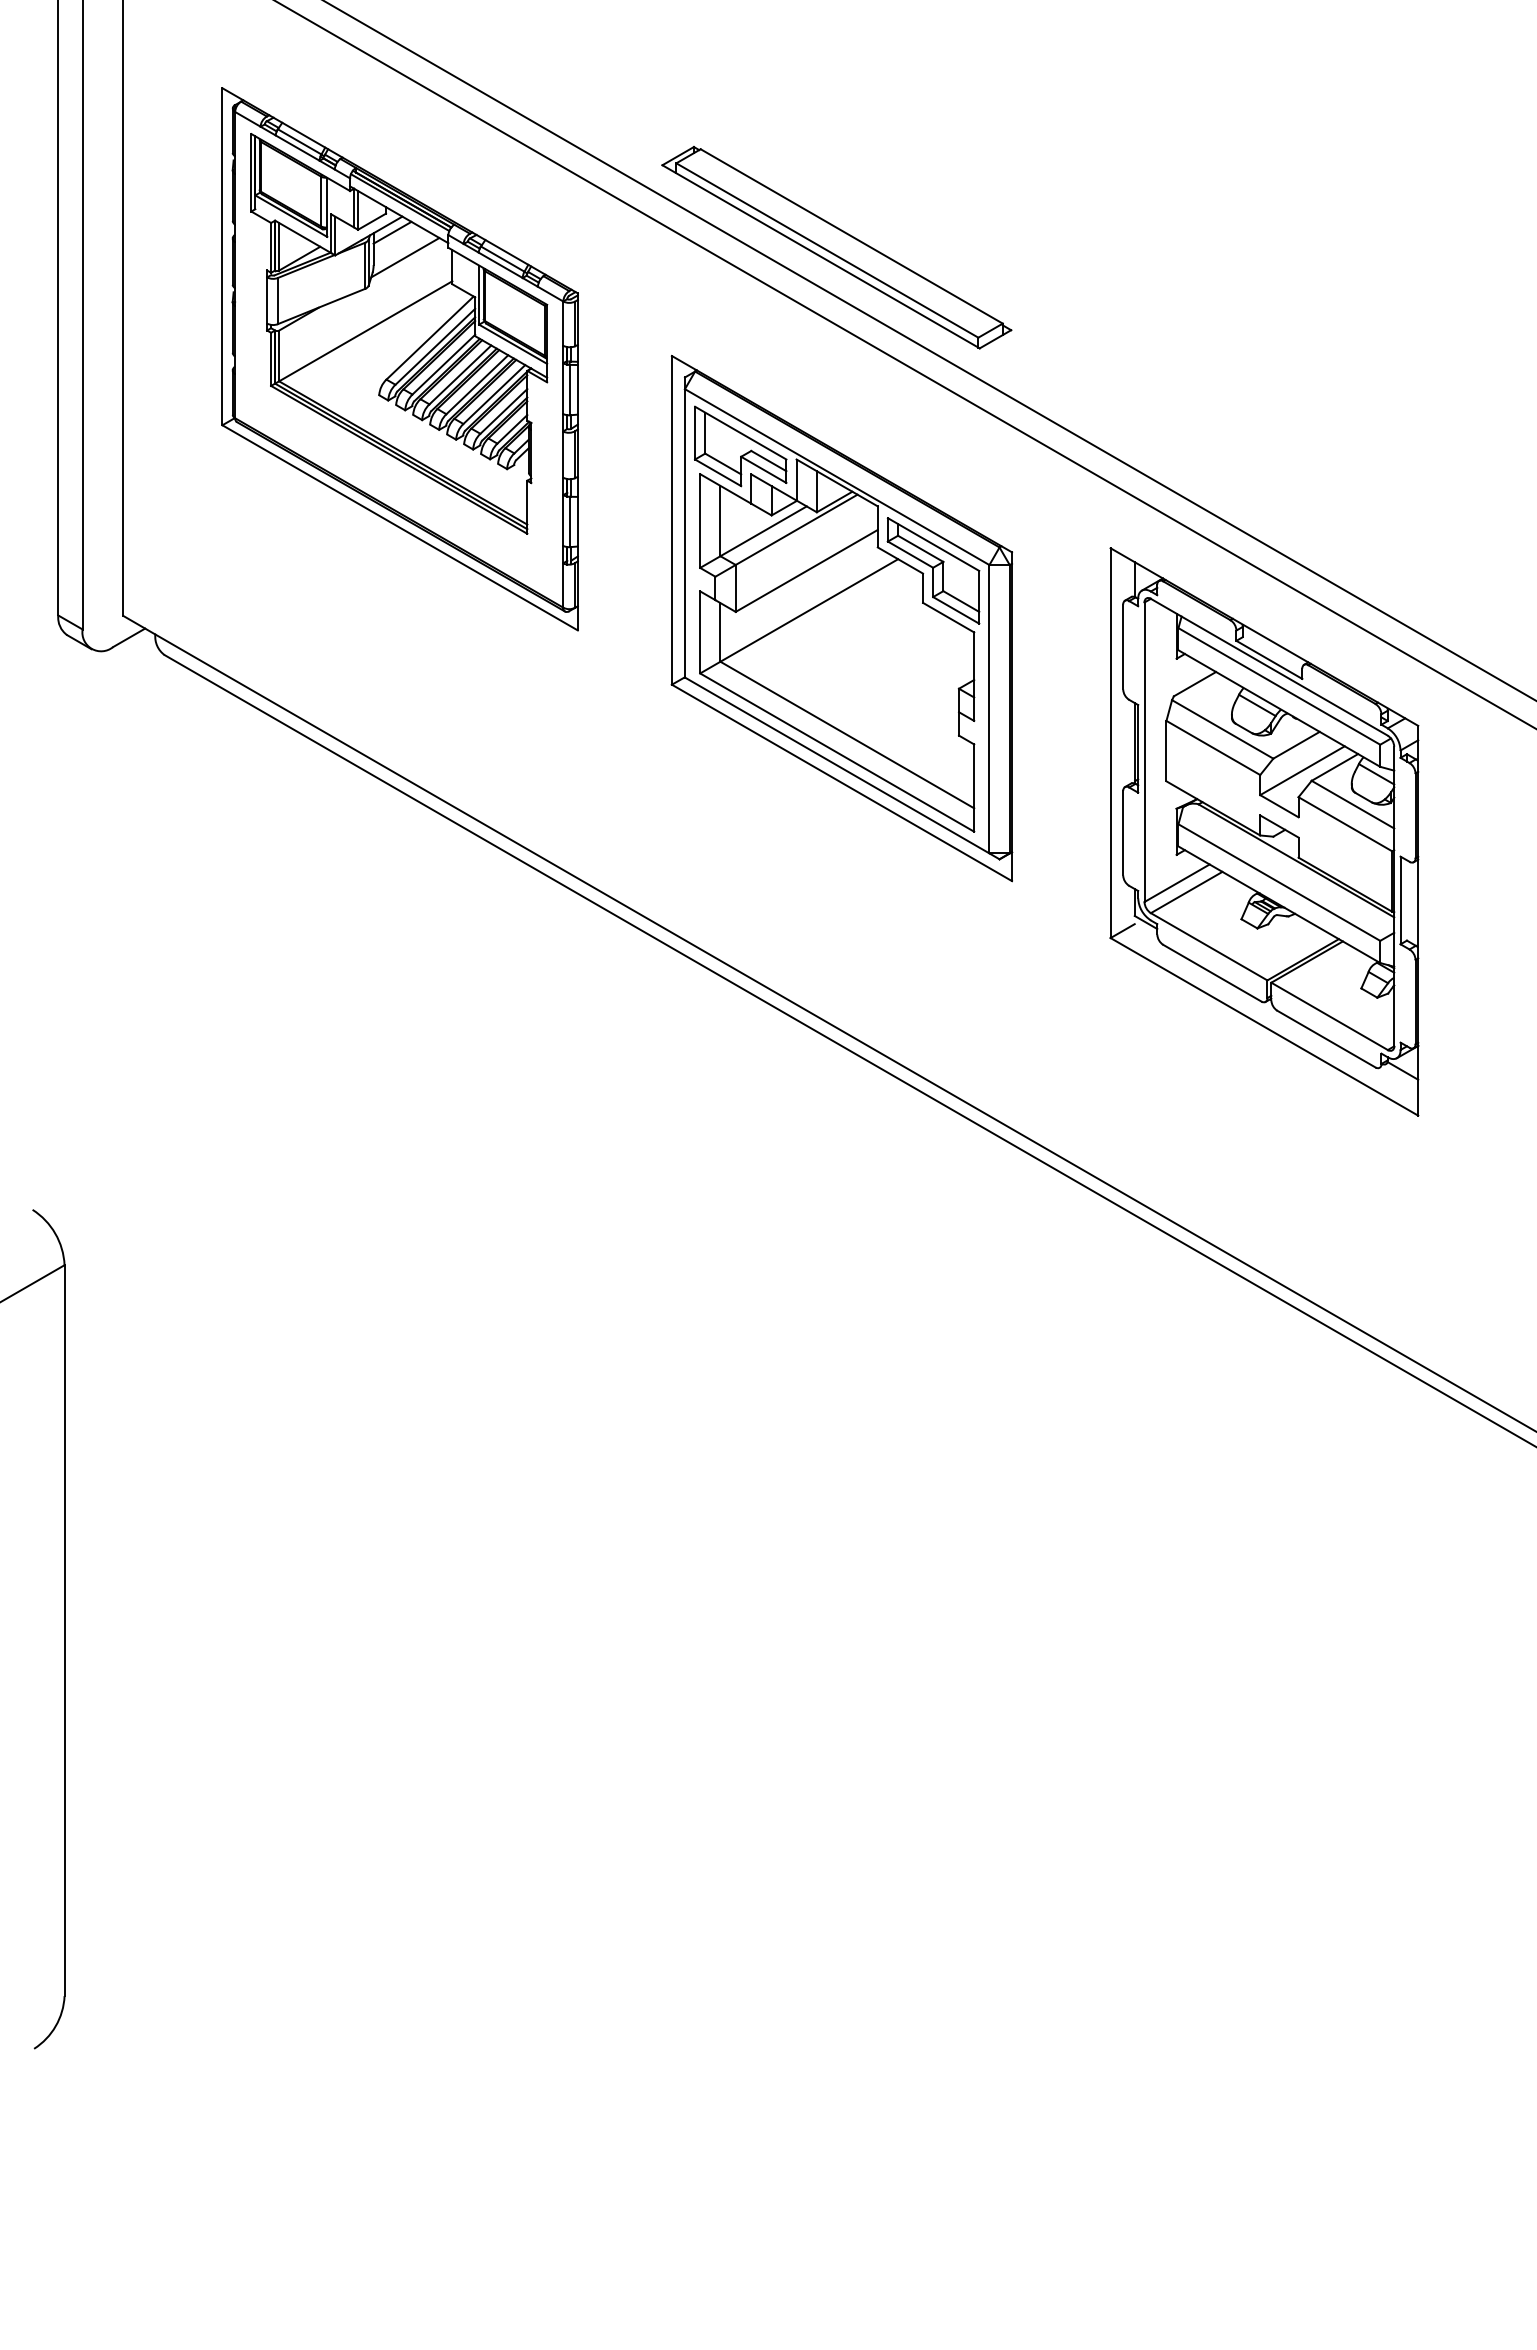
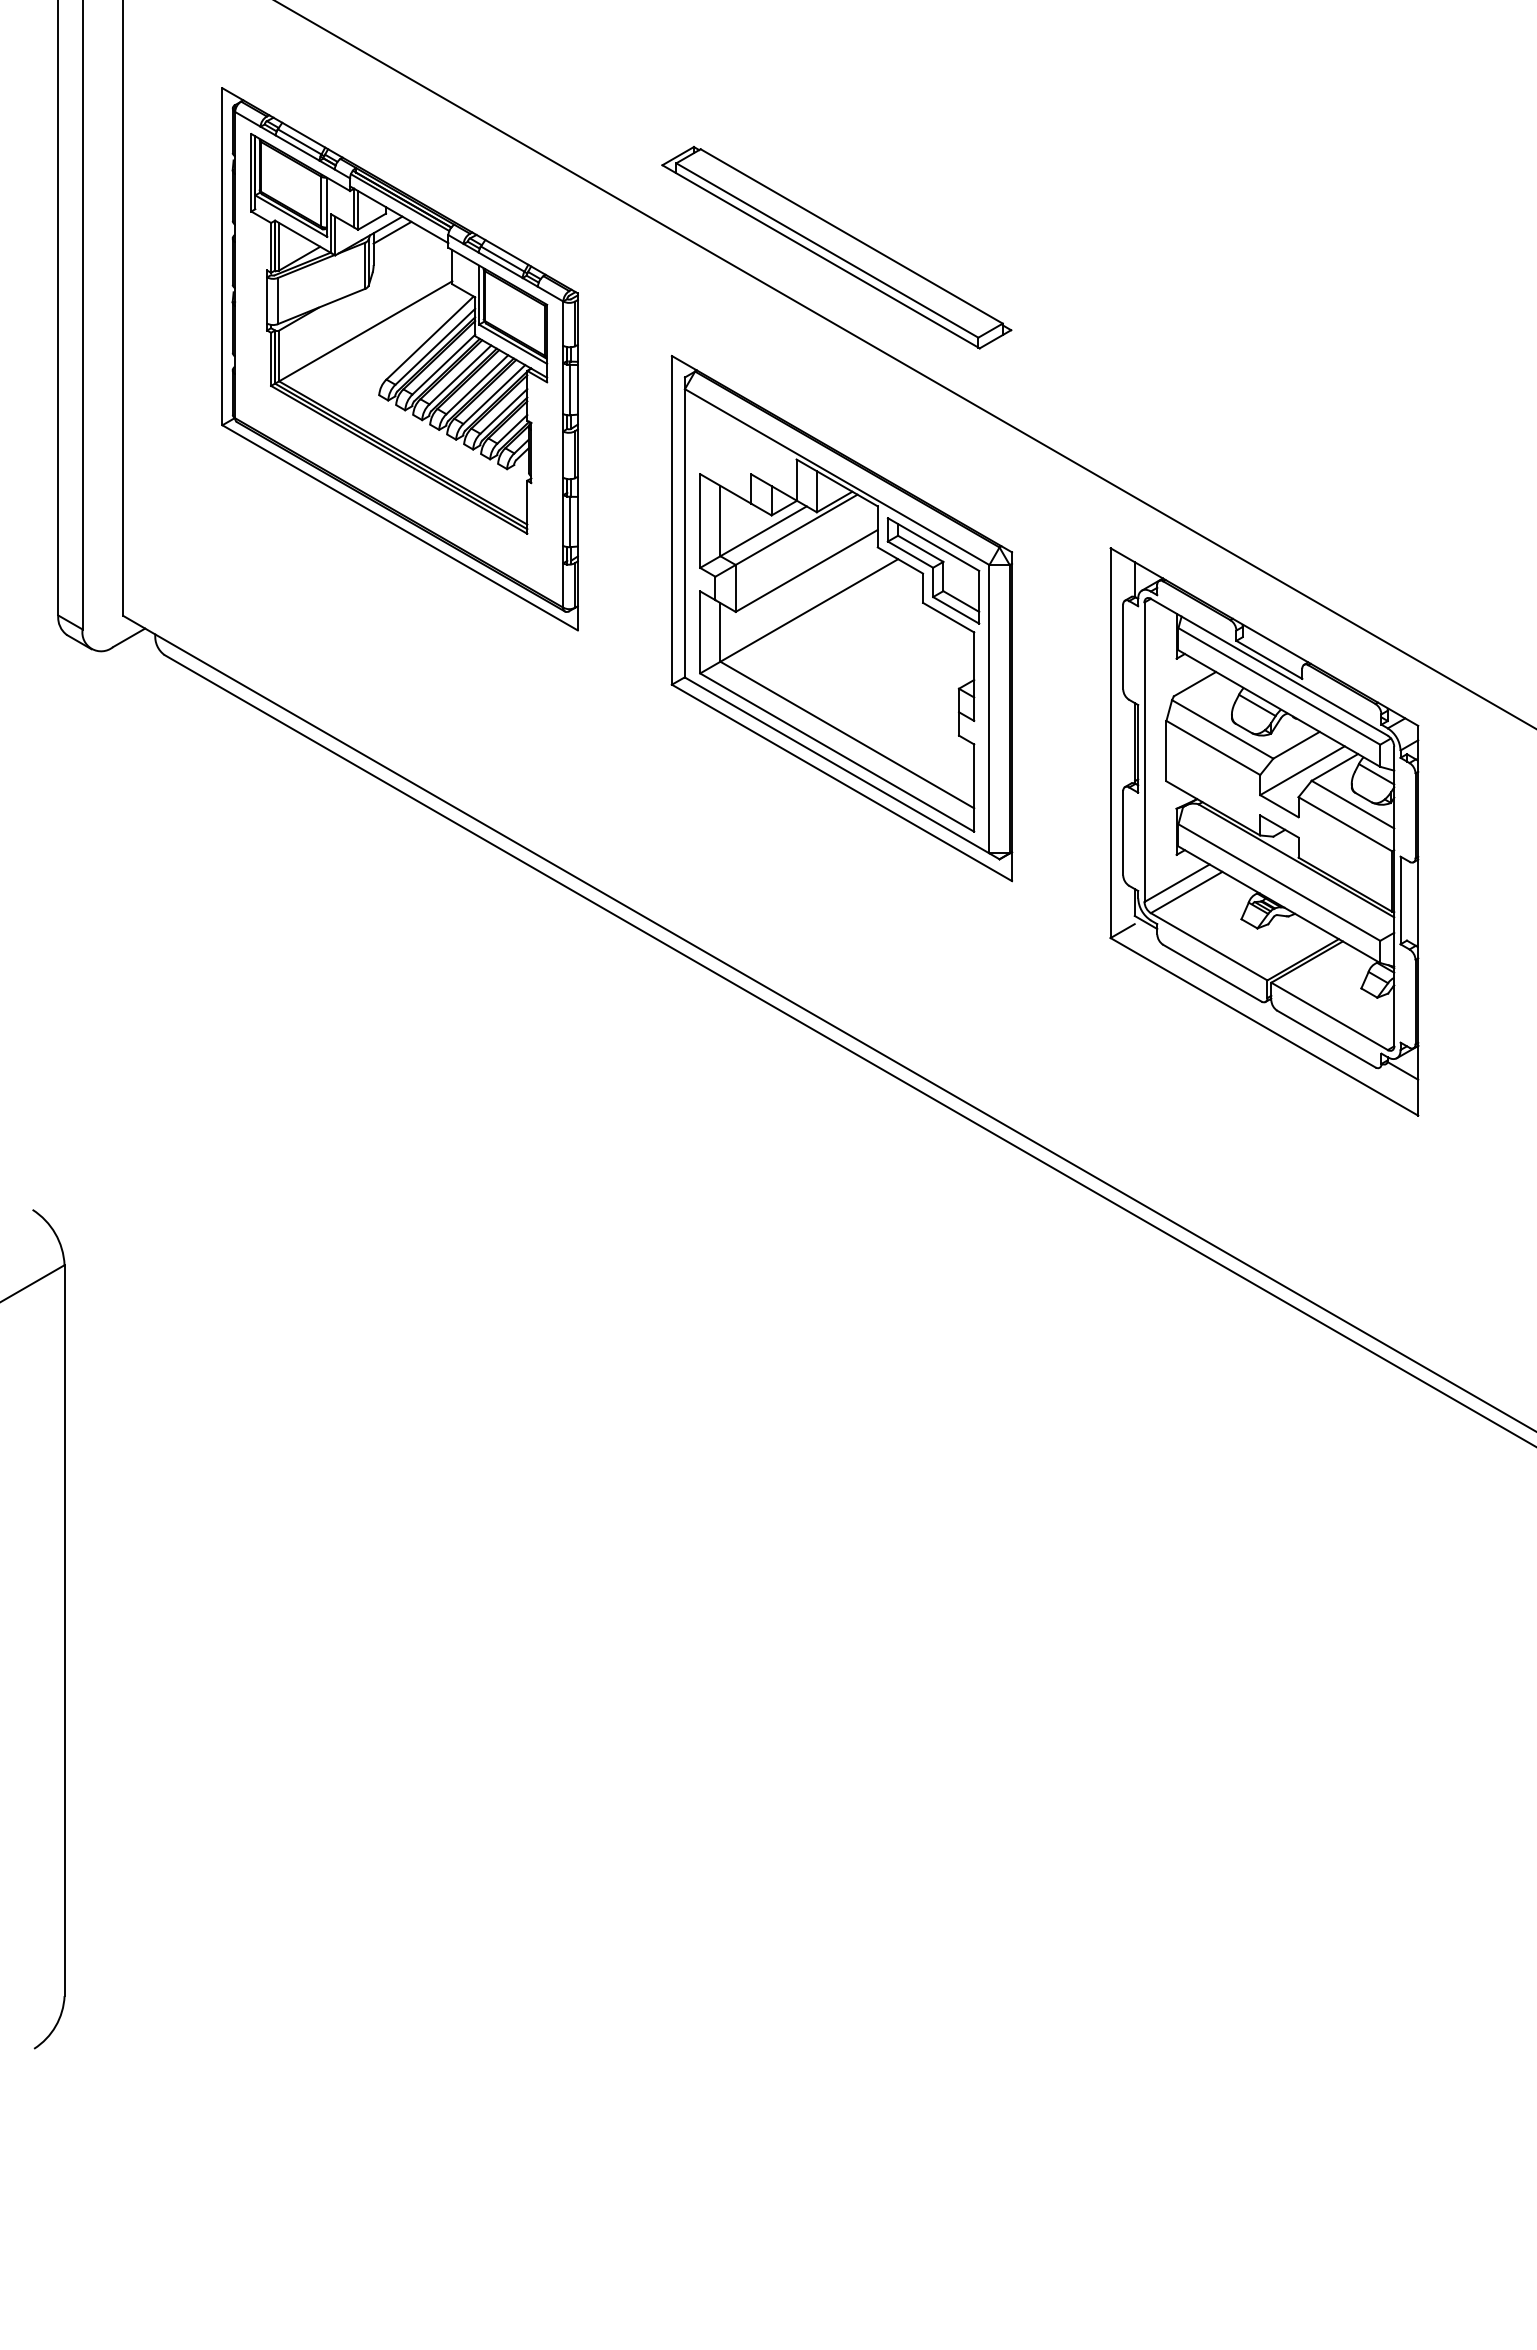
line at (405, 257): present -> none
line at (929, 350): present -> none
part at (740, 446): present -> none
